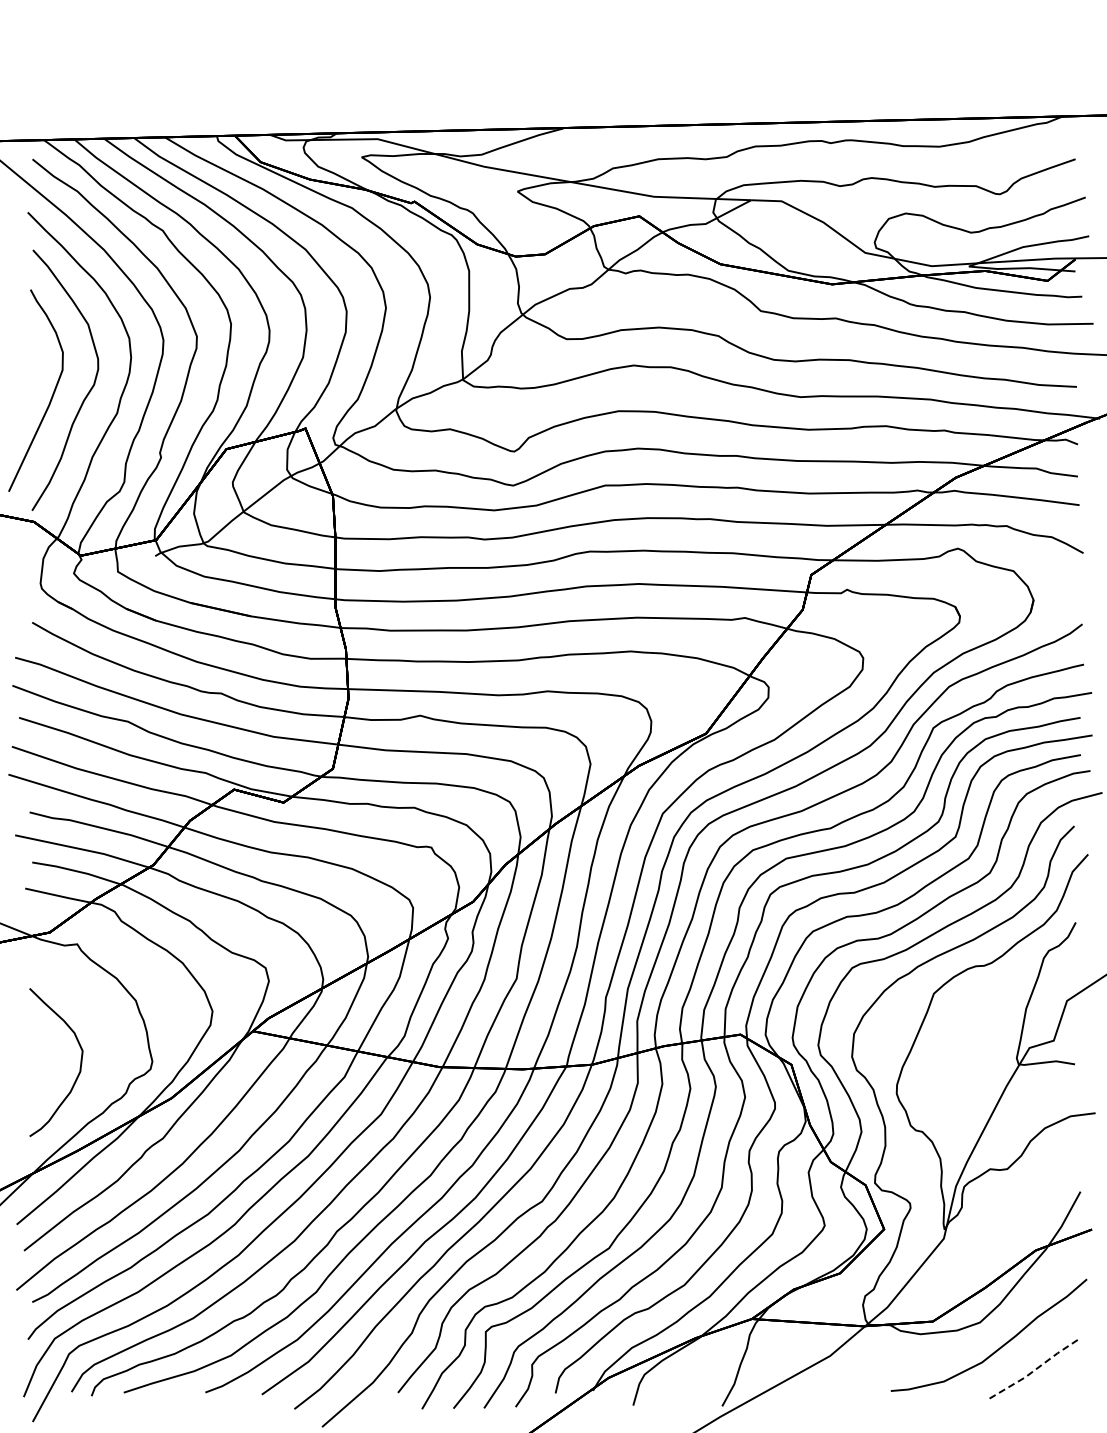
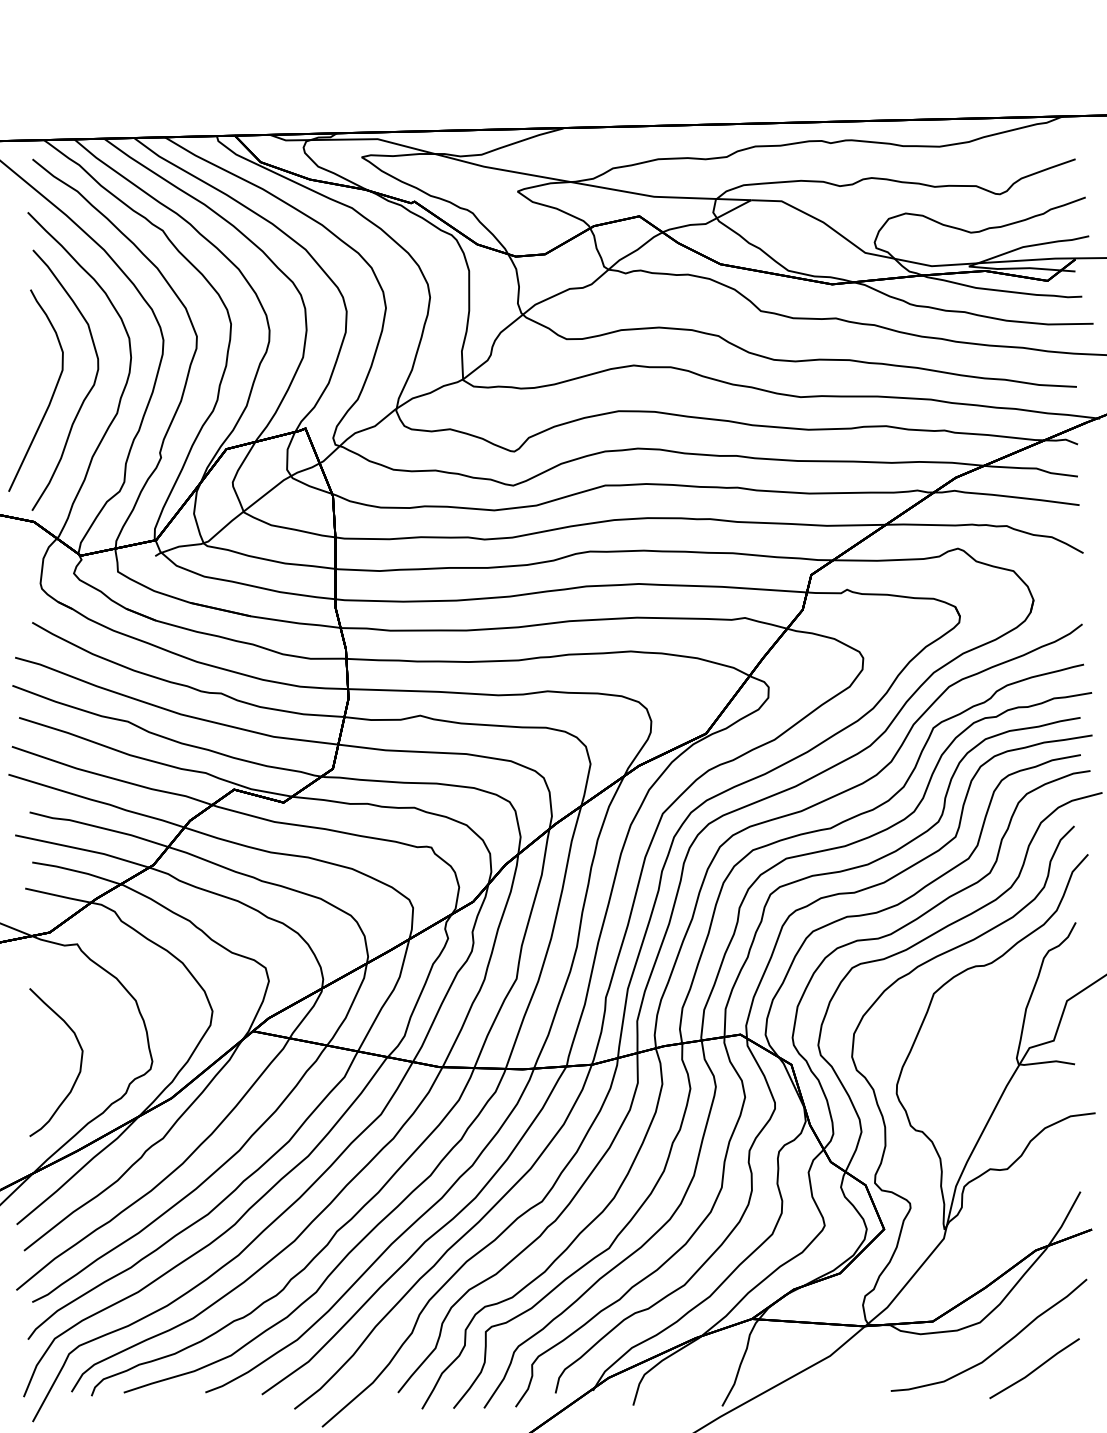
line at (1035, 1369): dashed -> solid
